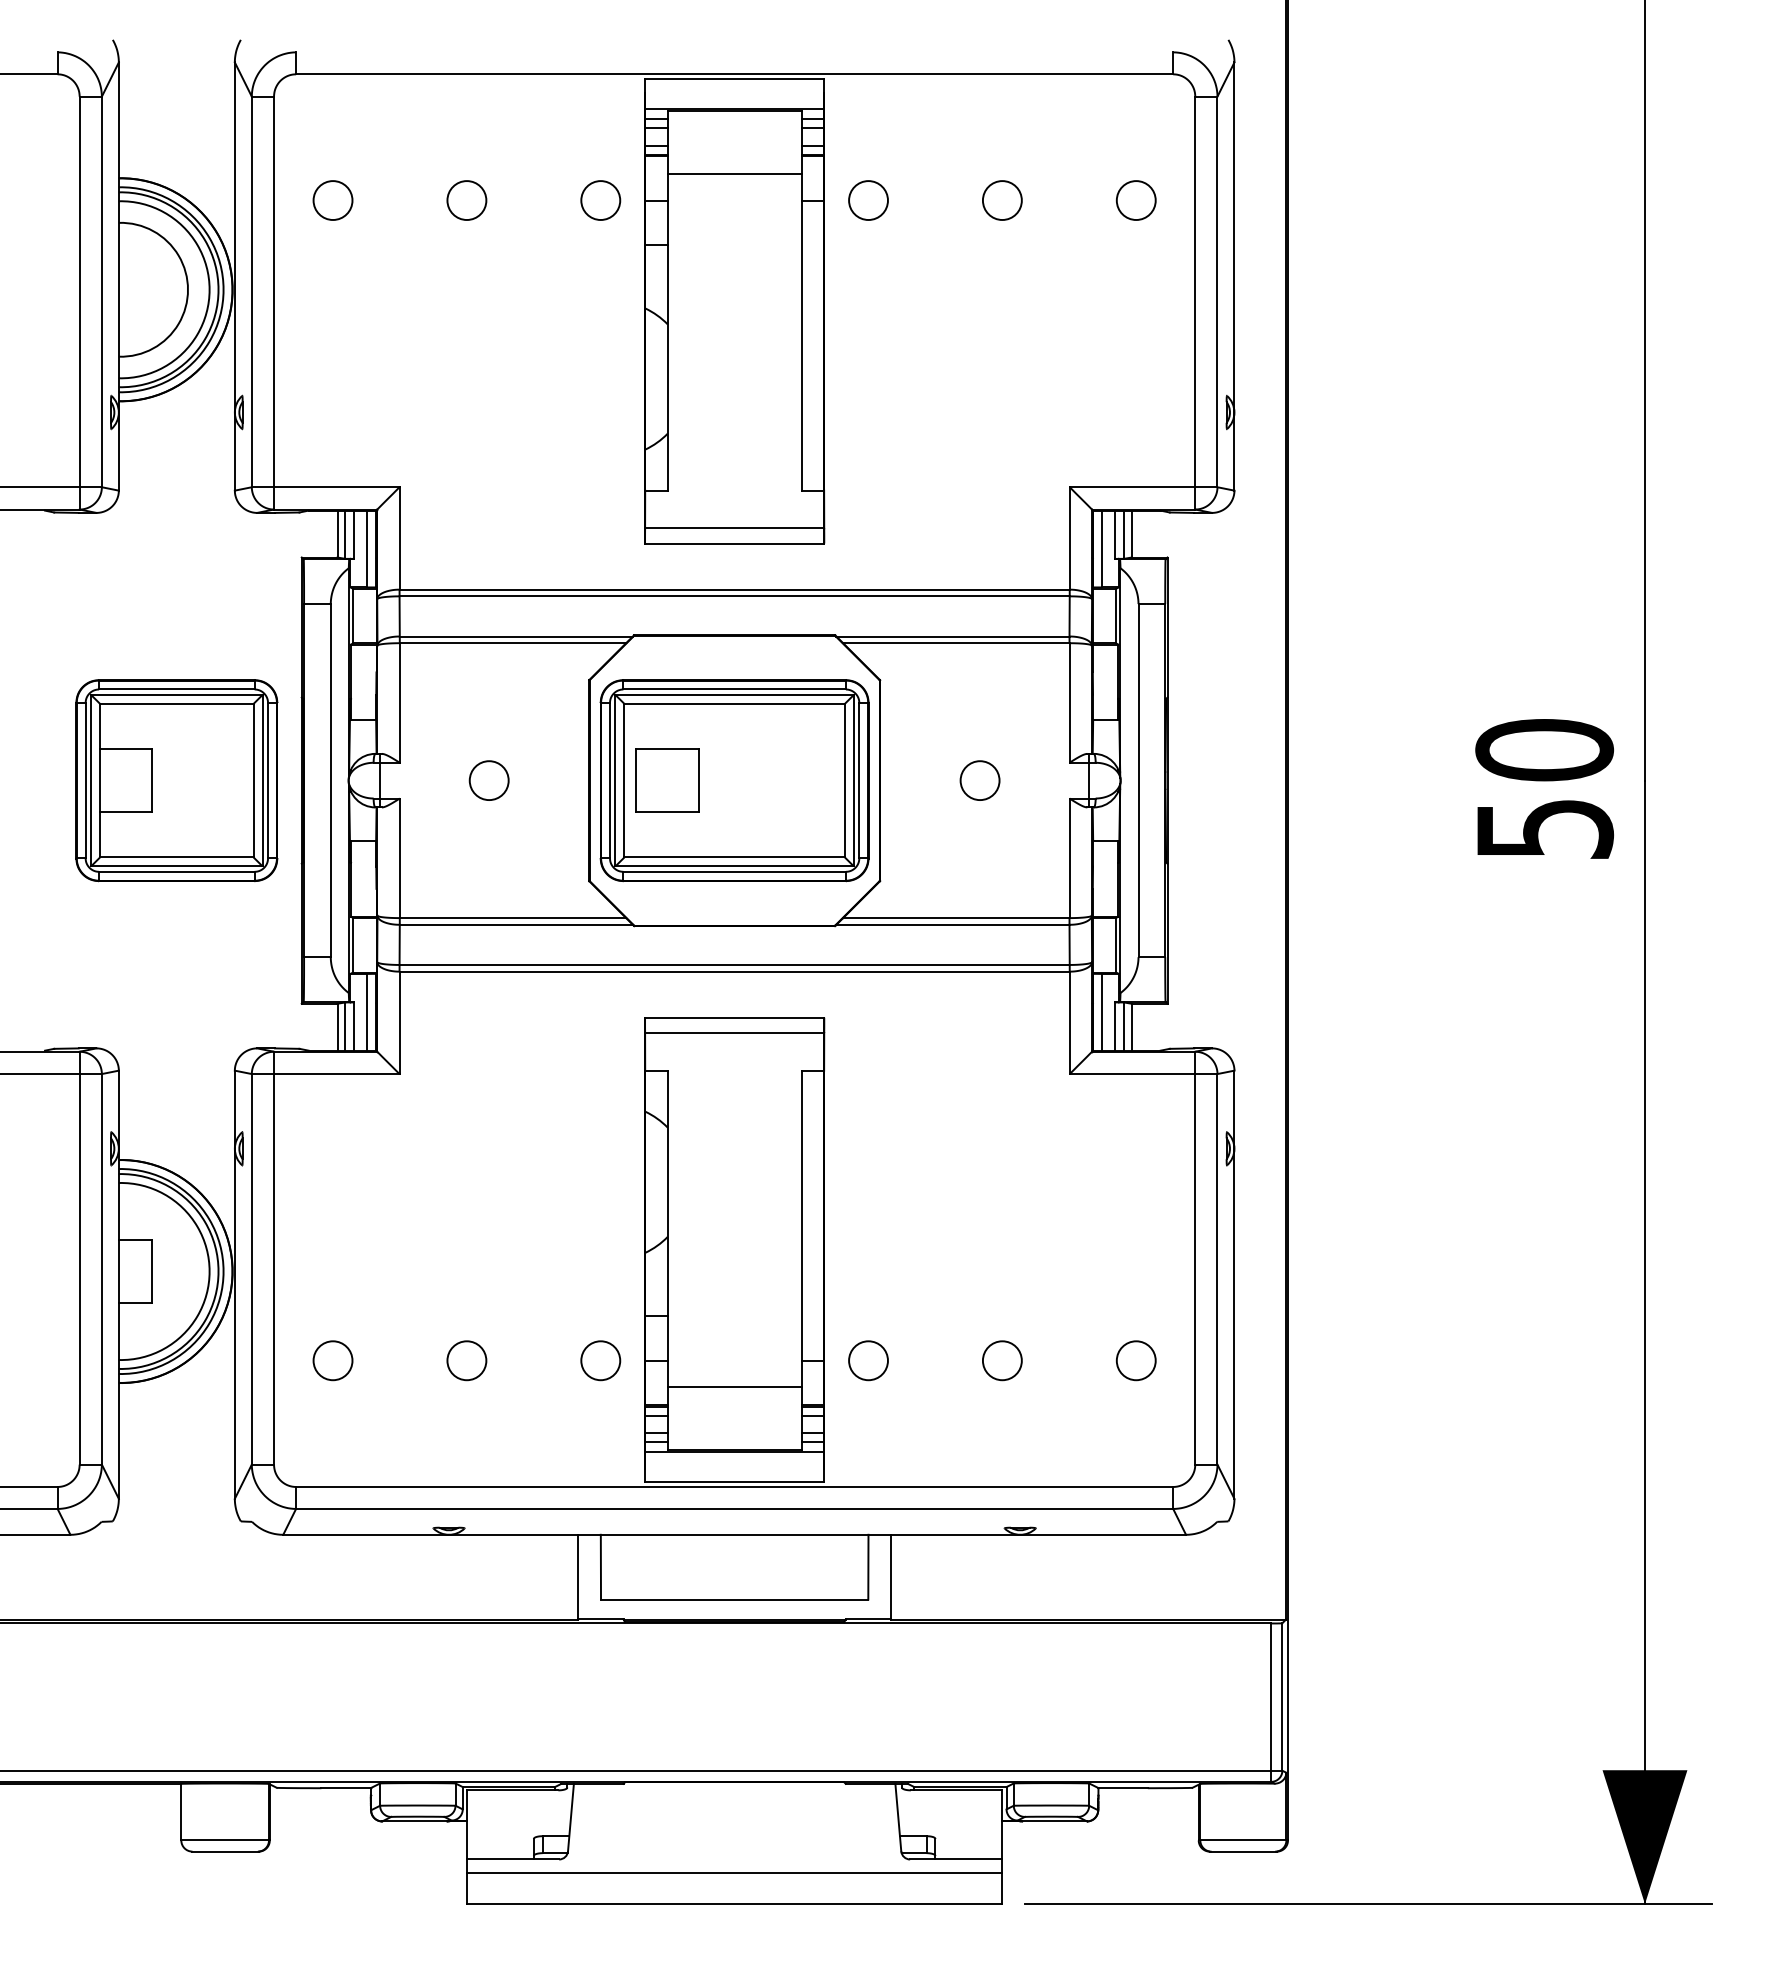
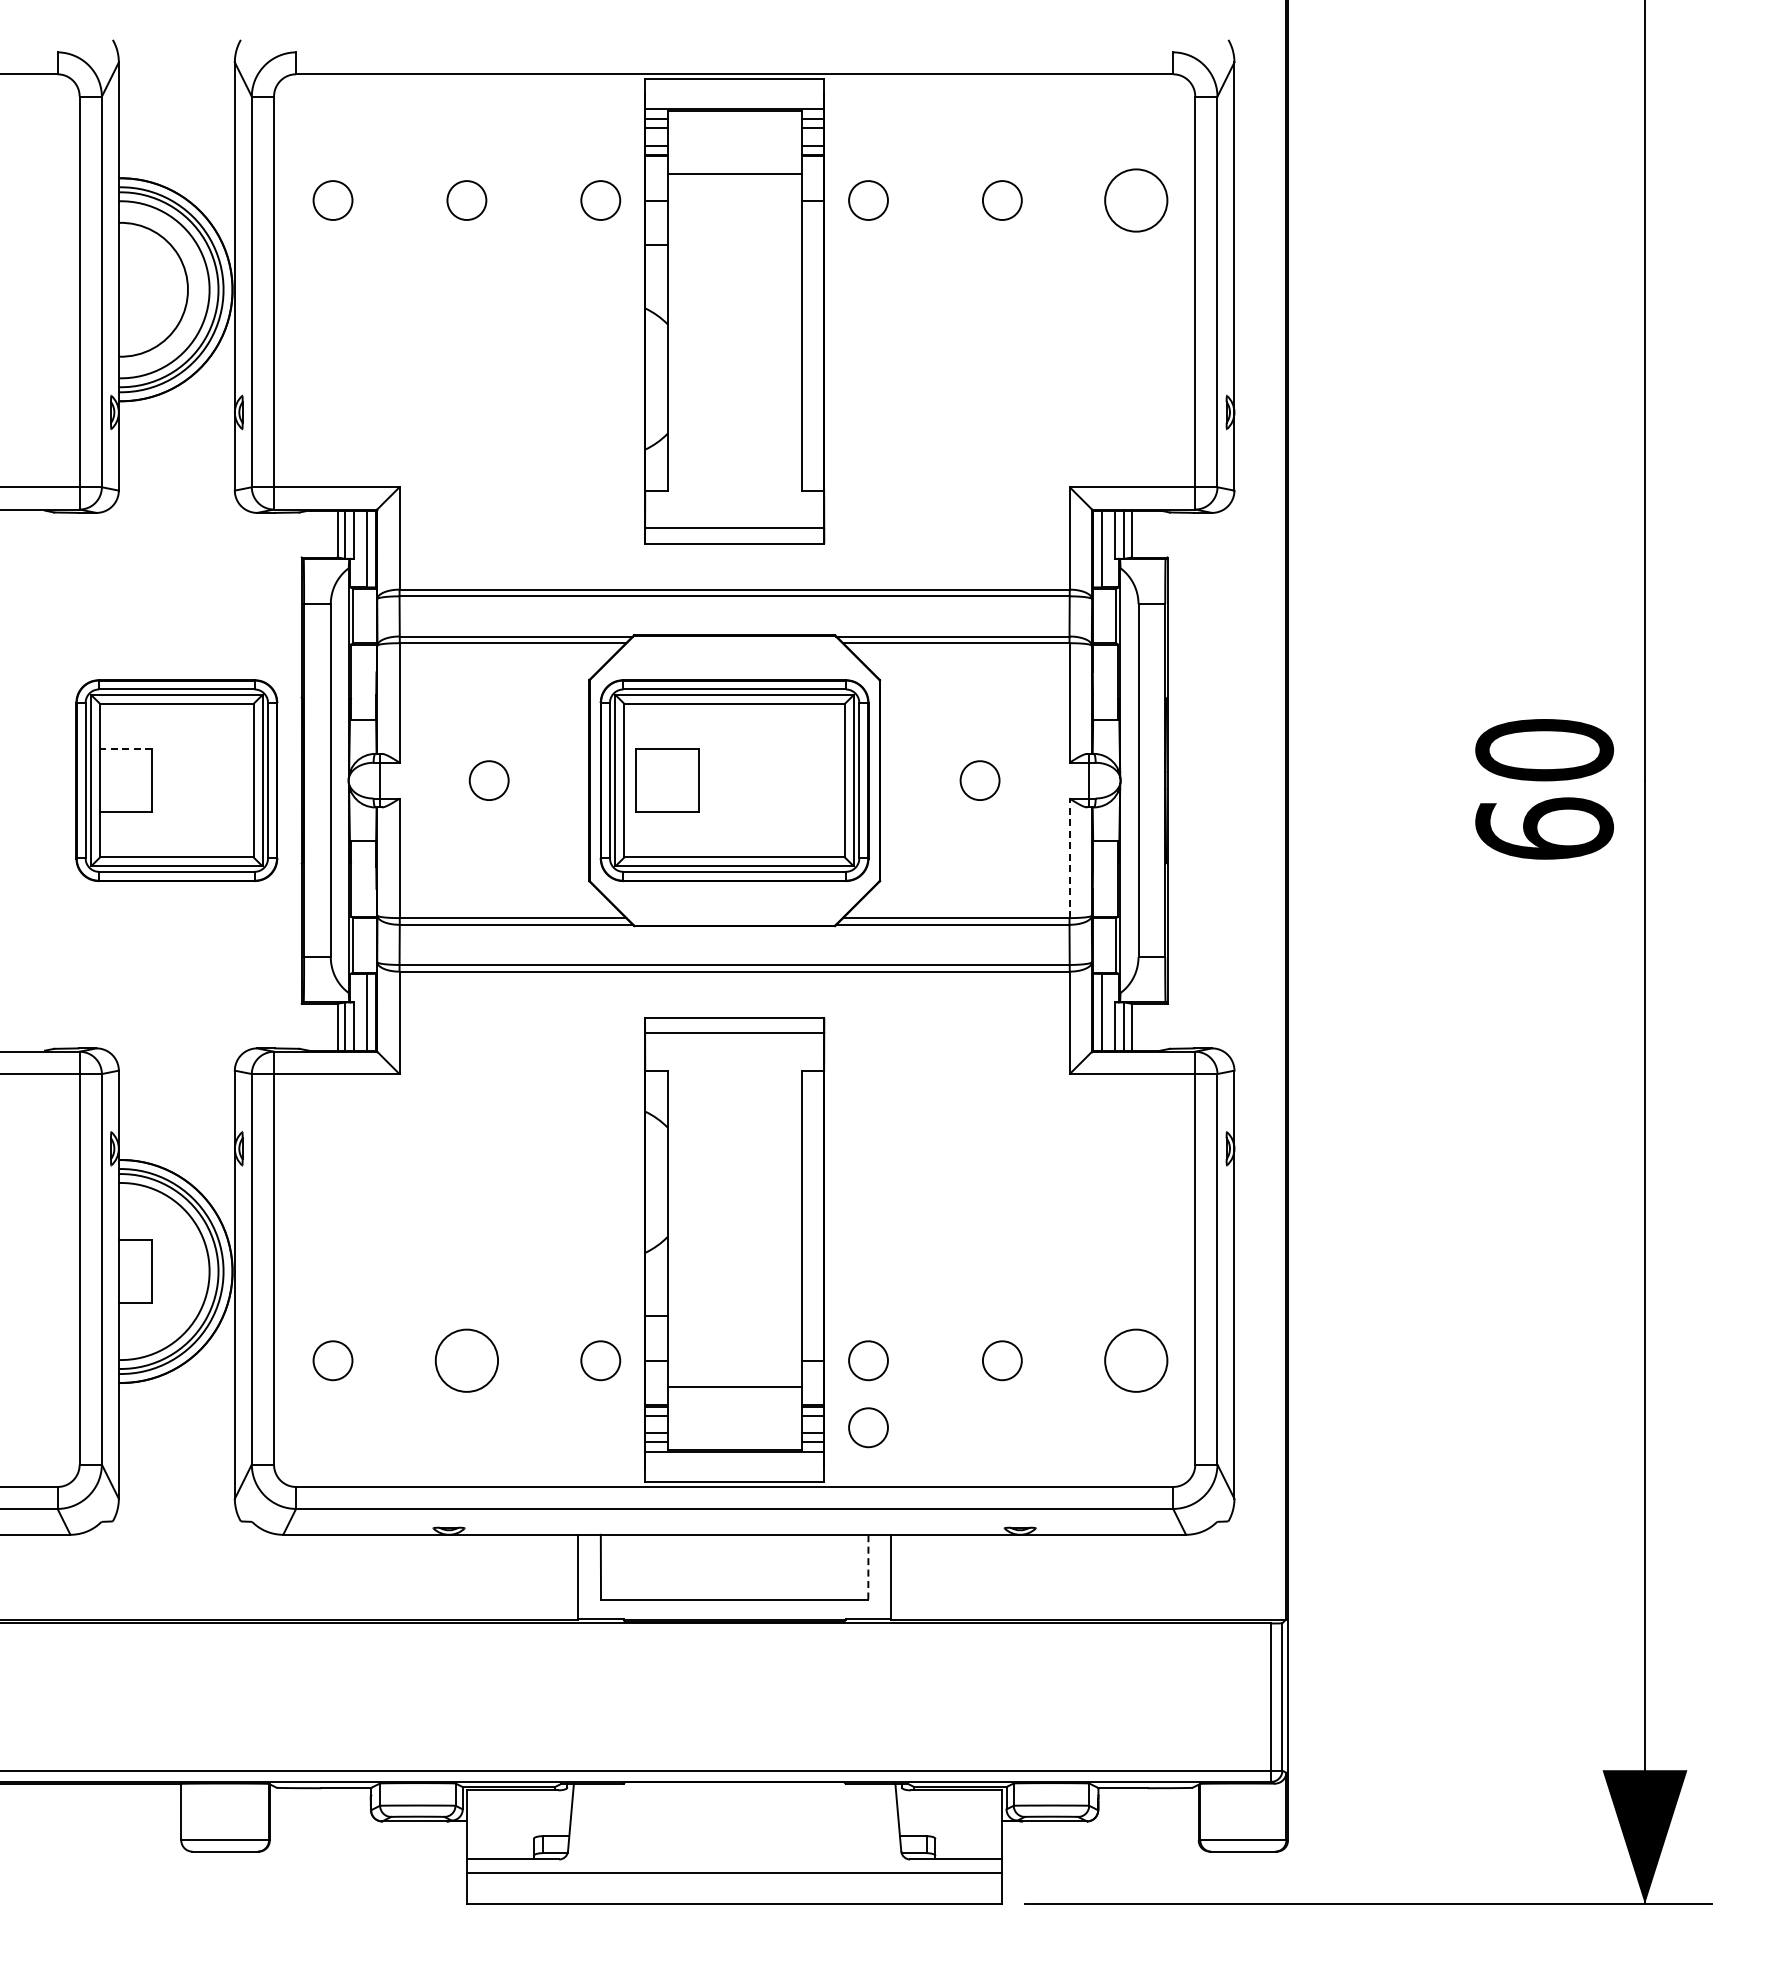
circle at (1135, 200) diameter: 39 px -> 62 px
line at (125, 749): solid -> dashed
text at (1544, 828): 50 -> 60
line at (1069, 858): solid -> dashed
circle at (466, 1360) diameter: 39 px -> 62 px
circle at (1135, 1360) diameter: 39 px -> 62 px
circle at (868, 1427): none -> present
line at (868, 1566): solid -> dashed
